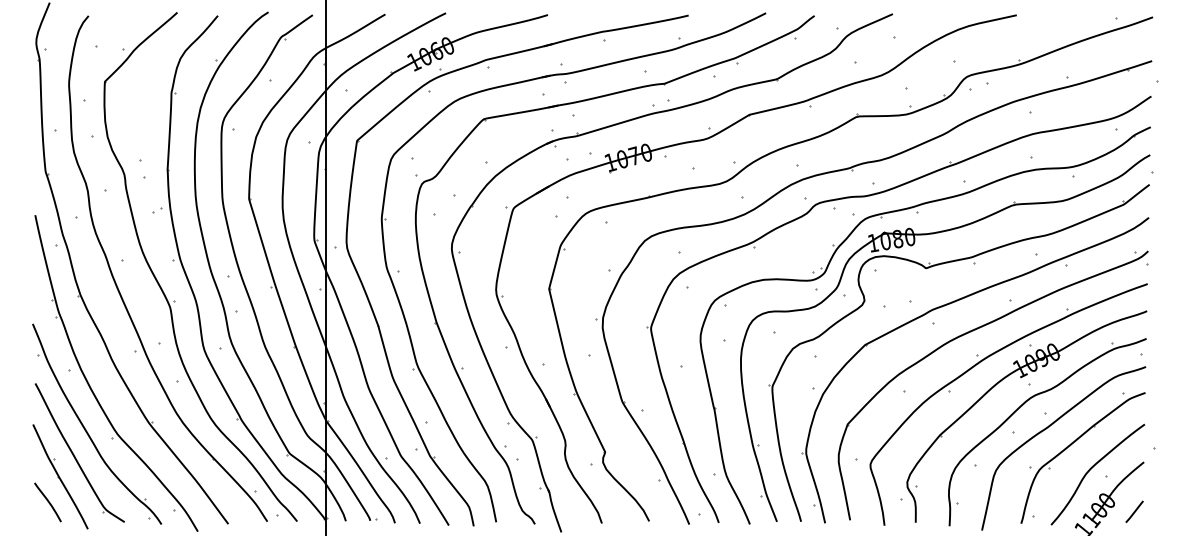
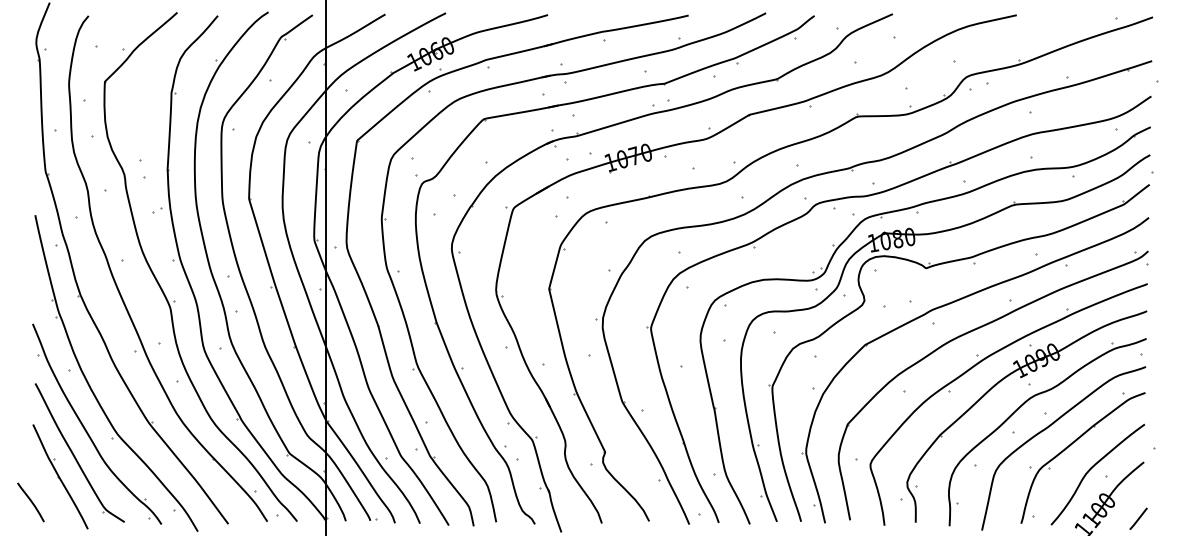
curve at (47, 501) position: (47, 501) -> (30, 501)
line at (1134, 511) position: (1134, 511) -> (1138, 518)
